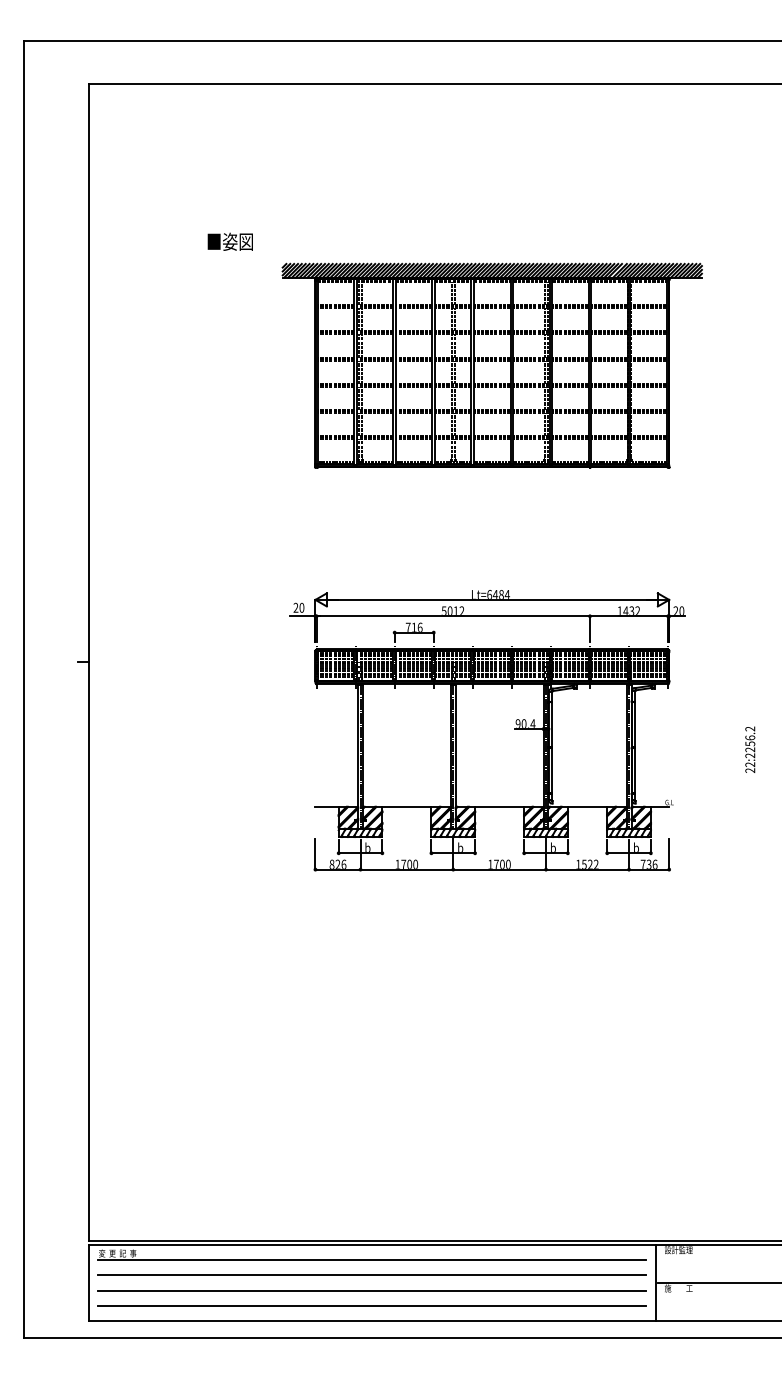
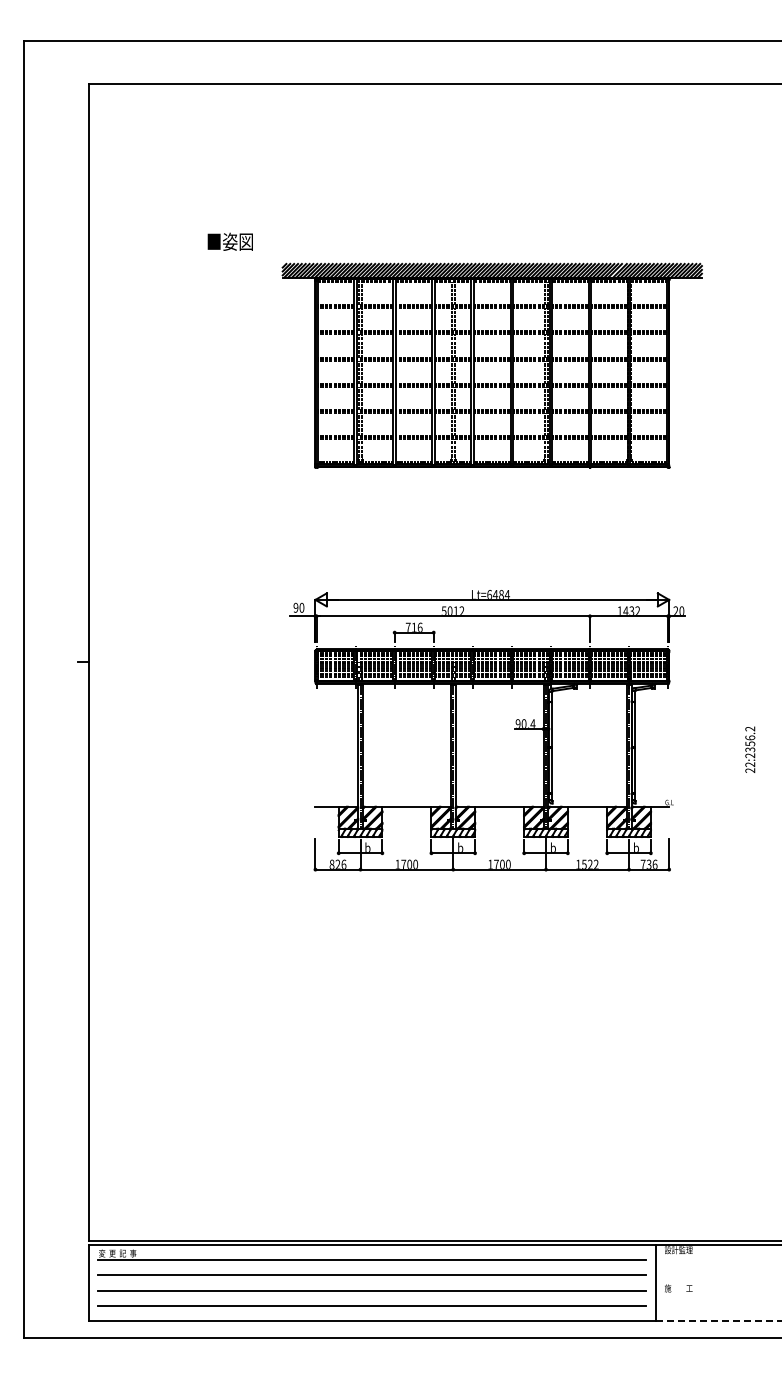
text at (295, 607): 20 -> 90
text at (750, 749): 22:2256.2 -> 22:2356.2
line at (718, 1283): present -> none
line at (719, 1321): solid -> dashed
